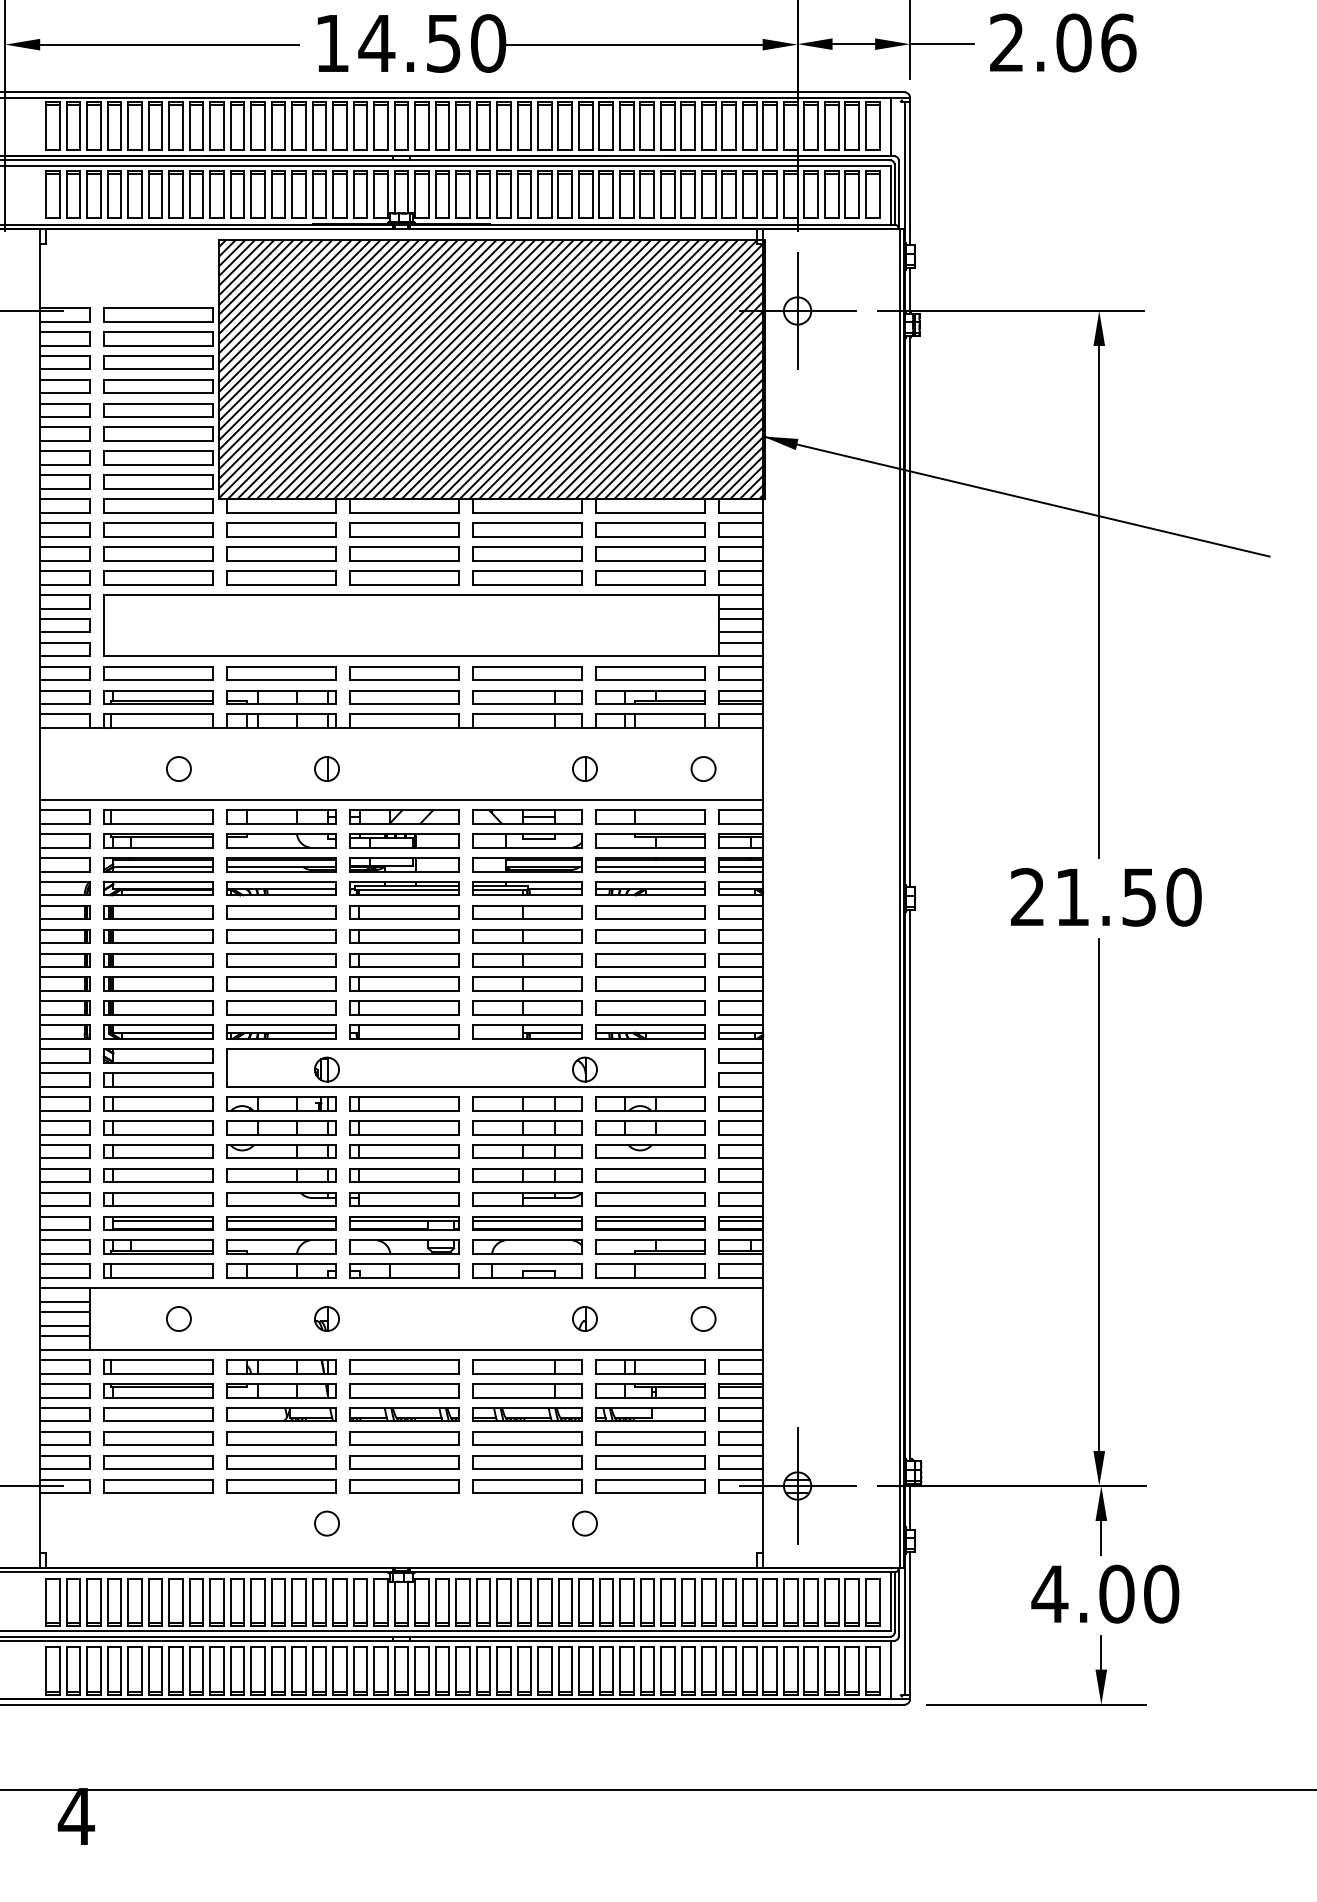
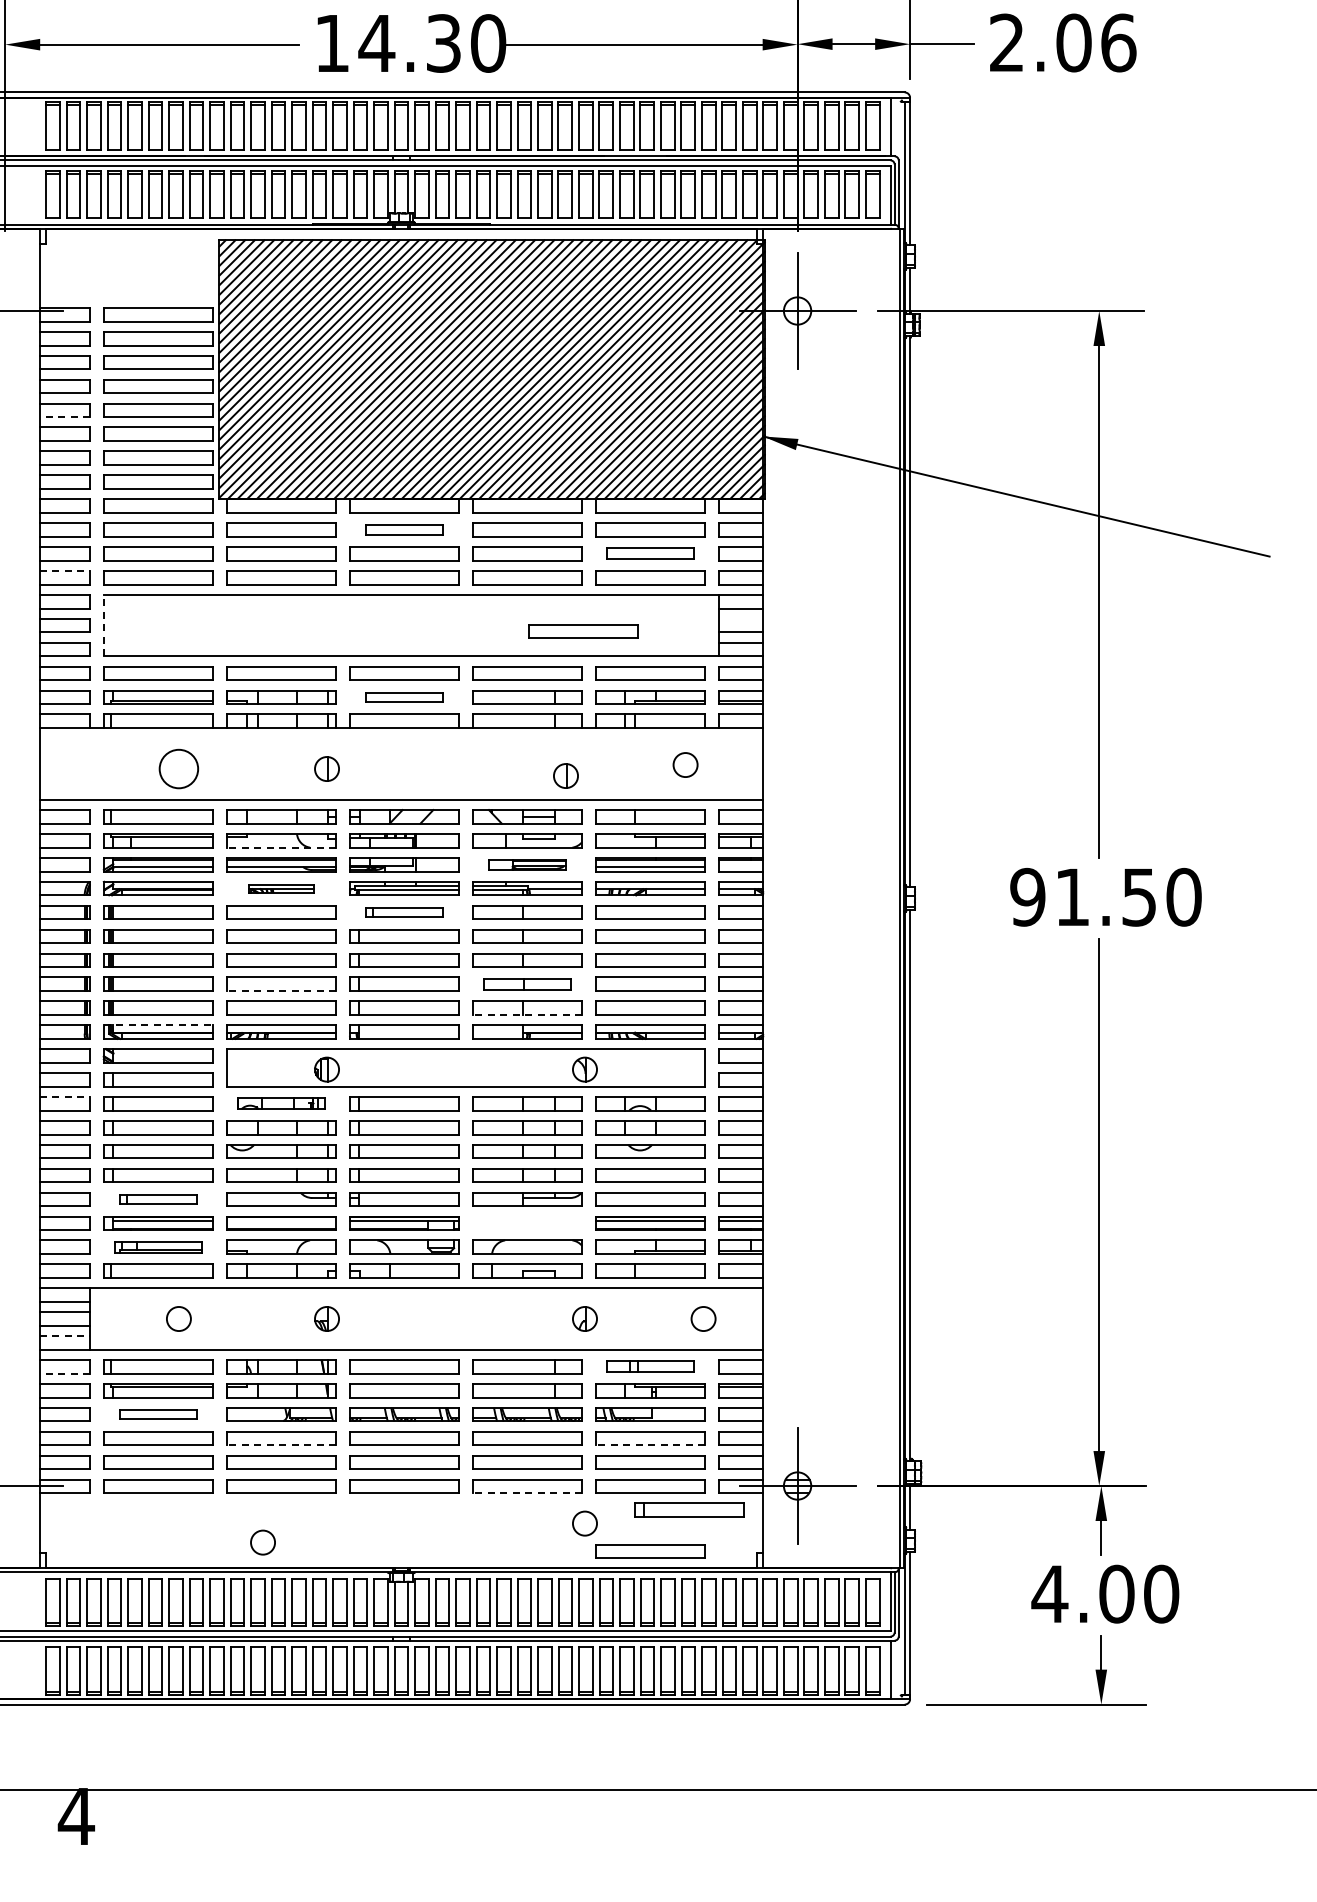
text at (443, 43): 14.50 -> 14.30
line at (64, 417): solid -> dashed
part at (404, 529) size: 111x16 px -> 79x12 px
part at (650, 553) size: 111x16 px -> 89x13 px
line at (65, 570): solid -> dashed
line at (740, 618): present -> none
line at (103, 625): solid -> dashed
part at (583, 631): none -> present
part at (404, 697) size: 111x15 px -> 79x11 px
part at (584, 768) position: (584, 768) -> (565, 775)
circle at (703, 768) position: (703, 768) -> (685, 764)
circle at (178, 769) diameter: 24 px -> 38 px
line at (281, 847): solid -> dashed
part at (527, 864) size: 111x16 px -> 79x12 px
line at (740, 866): present -> none
part at (281, 888) size: 111x16 px -> 67x10 px
text at (1027, 897): 21.50 -> 91.50
part at (404, 912) size: 111x15 px -> 79x11 px
part at (527, 983) size: 111x16 px -> 89x13 px
line at (281, 991): solid -> dashed
line at (527, 1014): solid -> dashed
line at (158, 1025): solid -> dashed
line at (65, 1096): solid -> dashed
part at (281, 1103) size: 111x16 px -> 89x13 px
part at (158, 1199) size: 111x15 px -> 79x11 px
line at (281, 1221): present -> none
part at (527, 1223): present -> none
part at (158, 1246) size: 111x16 px -> 89x13 px
line at (65, 1336): solid -> dashed
part at (650, 1366) size: 111x16 px -> 89x13 px
line at (64, 1373): solid -> dashed
part at (158, 1414) size: 111x15 px -> 79x11 px
line at (281, 1445): solid -> dashed
line at (650, 1445): solid -> dashed
line at (527, 1493): solid -> dashed
part at (689, 1509): none -> present
circle at (326, 1523) position: (326, 1523) -> (262, 1542)
part at (650, 1551): none -> present
